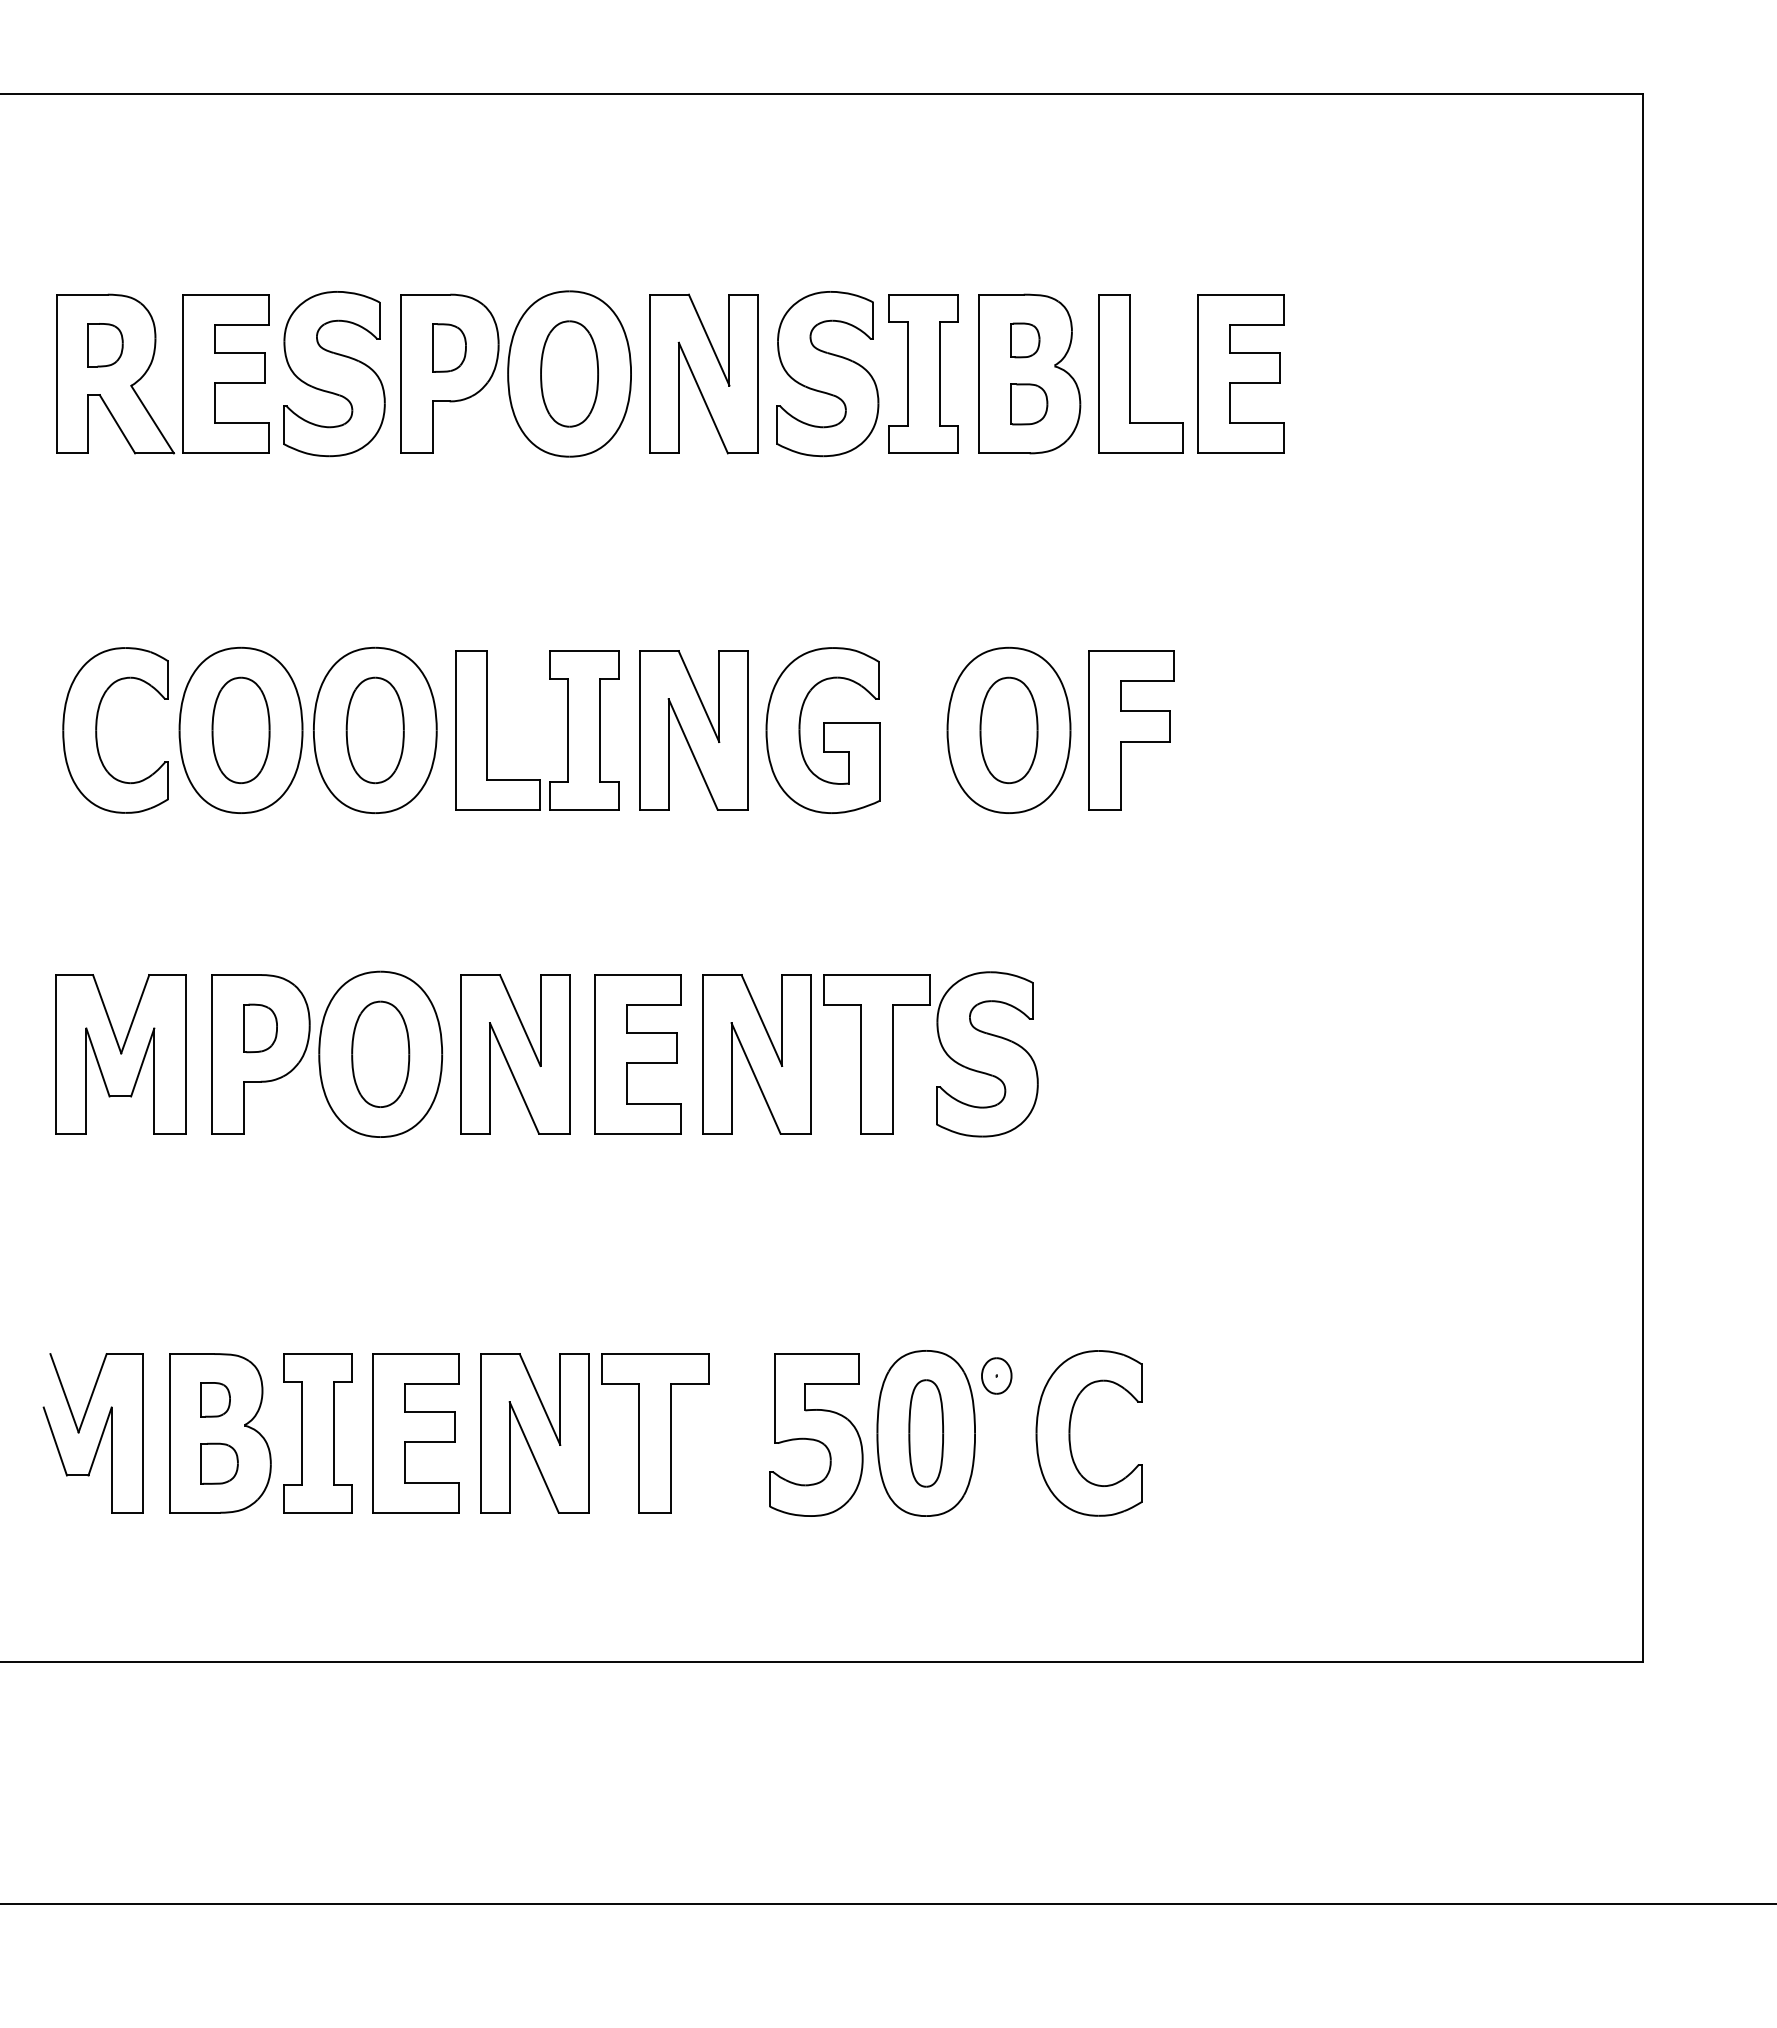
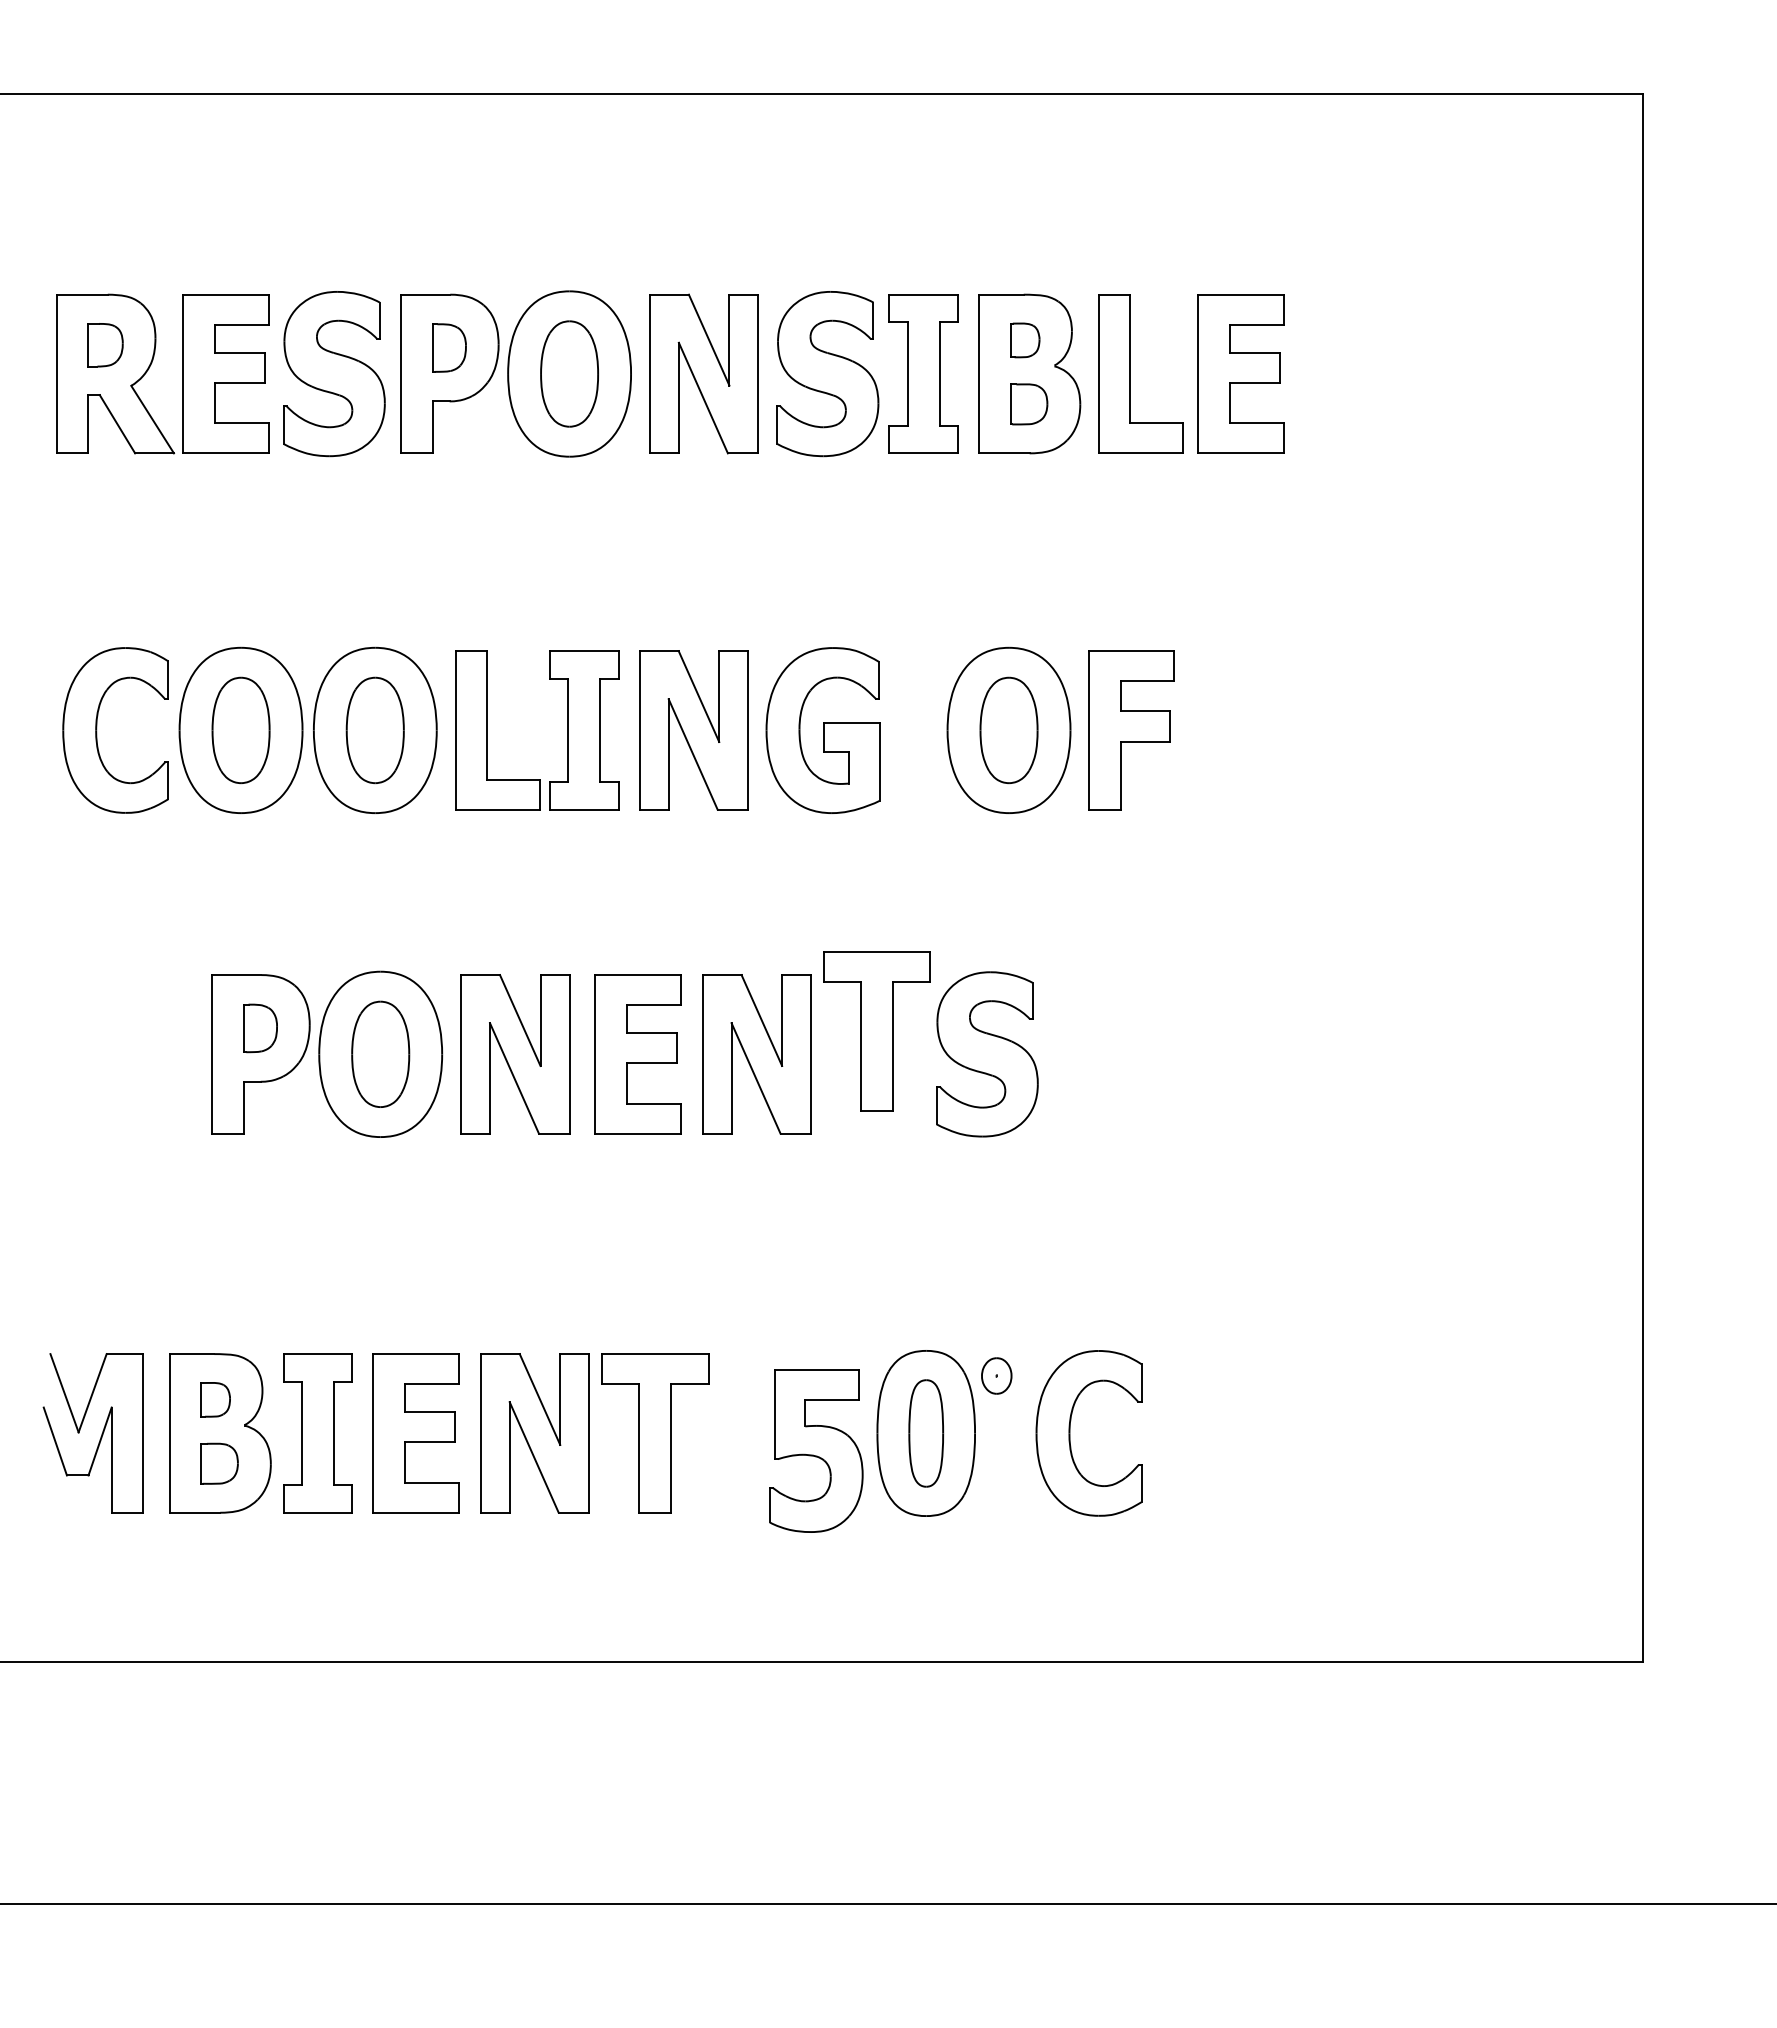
part at (120, 1054): present -> none
part at (876, 1054) position: (876, 1054) -> (876, 1031)
part at (816, 1434) position: (816, 1434) -> (816, 1450)
